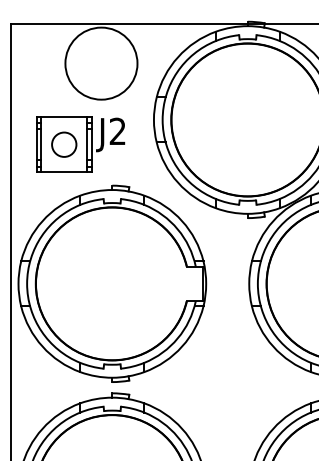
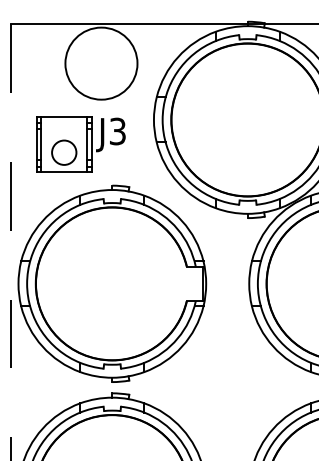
text at (117, 131): J2 -> J3
circle at (64, 144) position: (64, 144) -> (64, 152)
line at (11, 242): solid -> dashed
